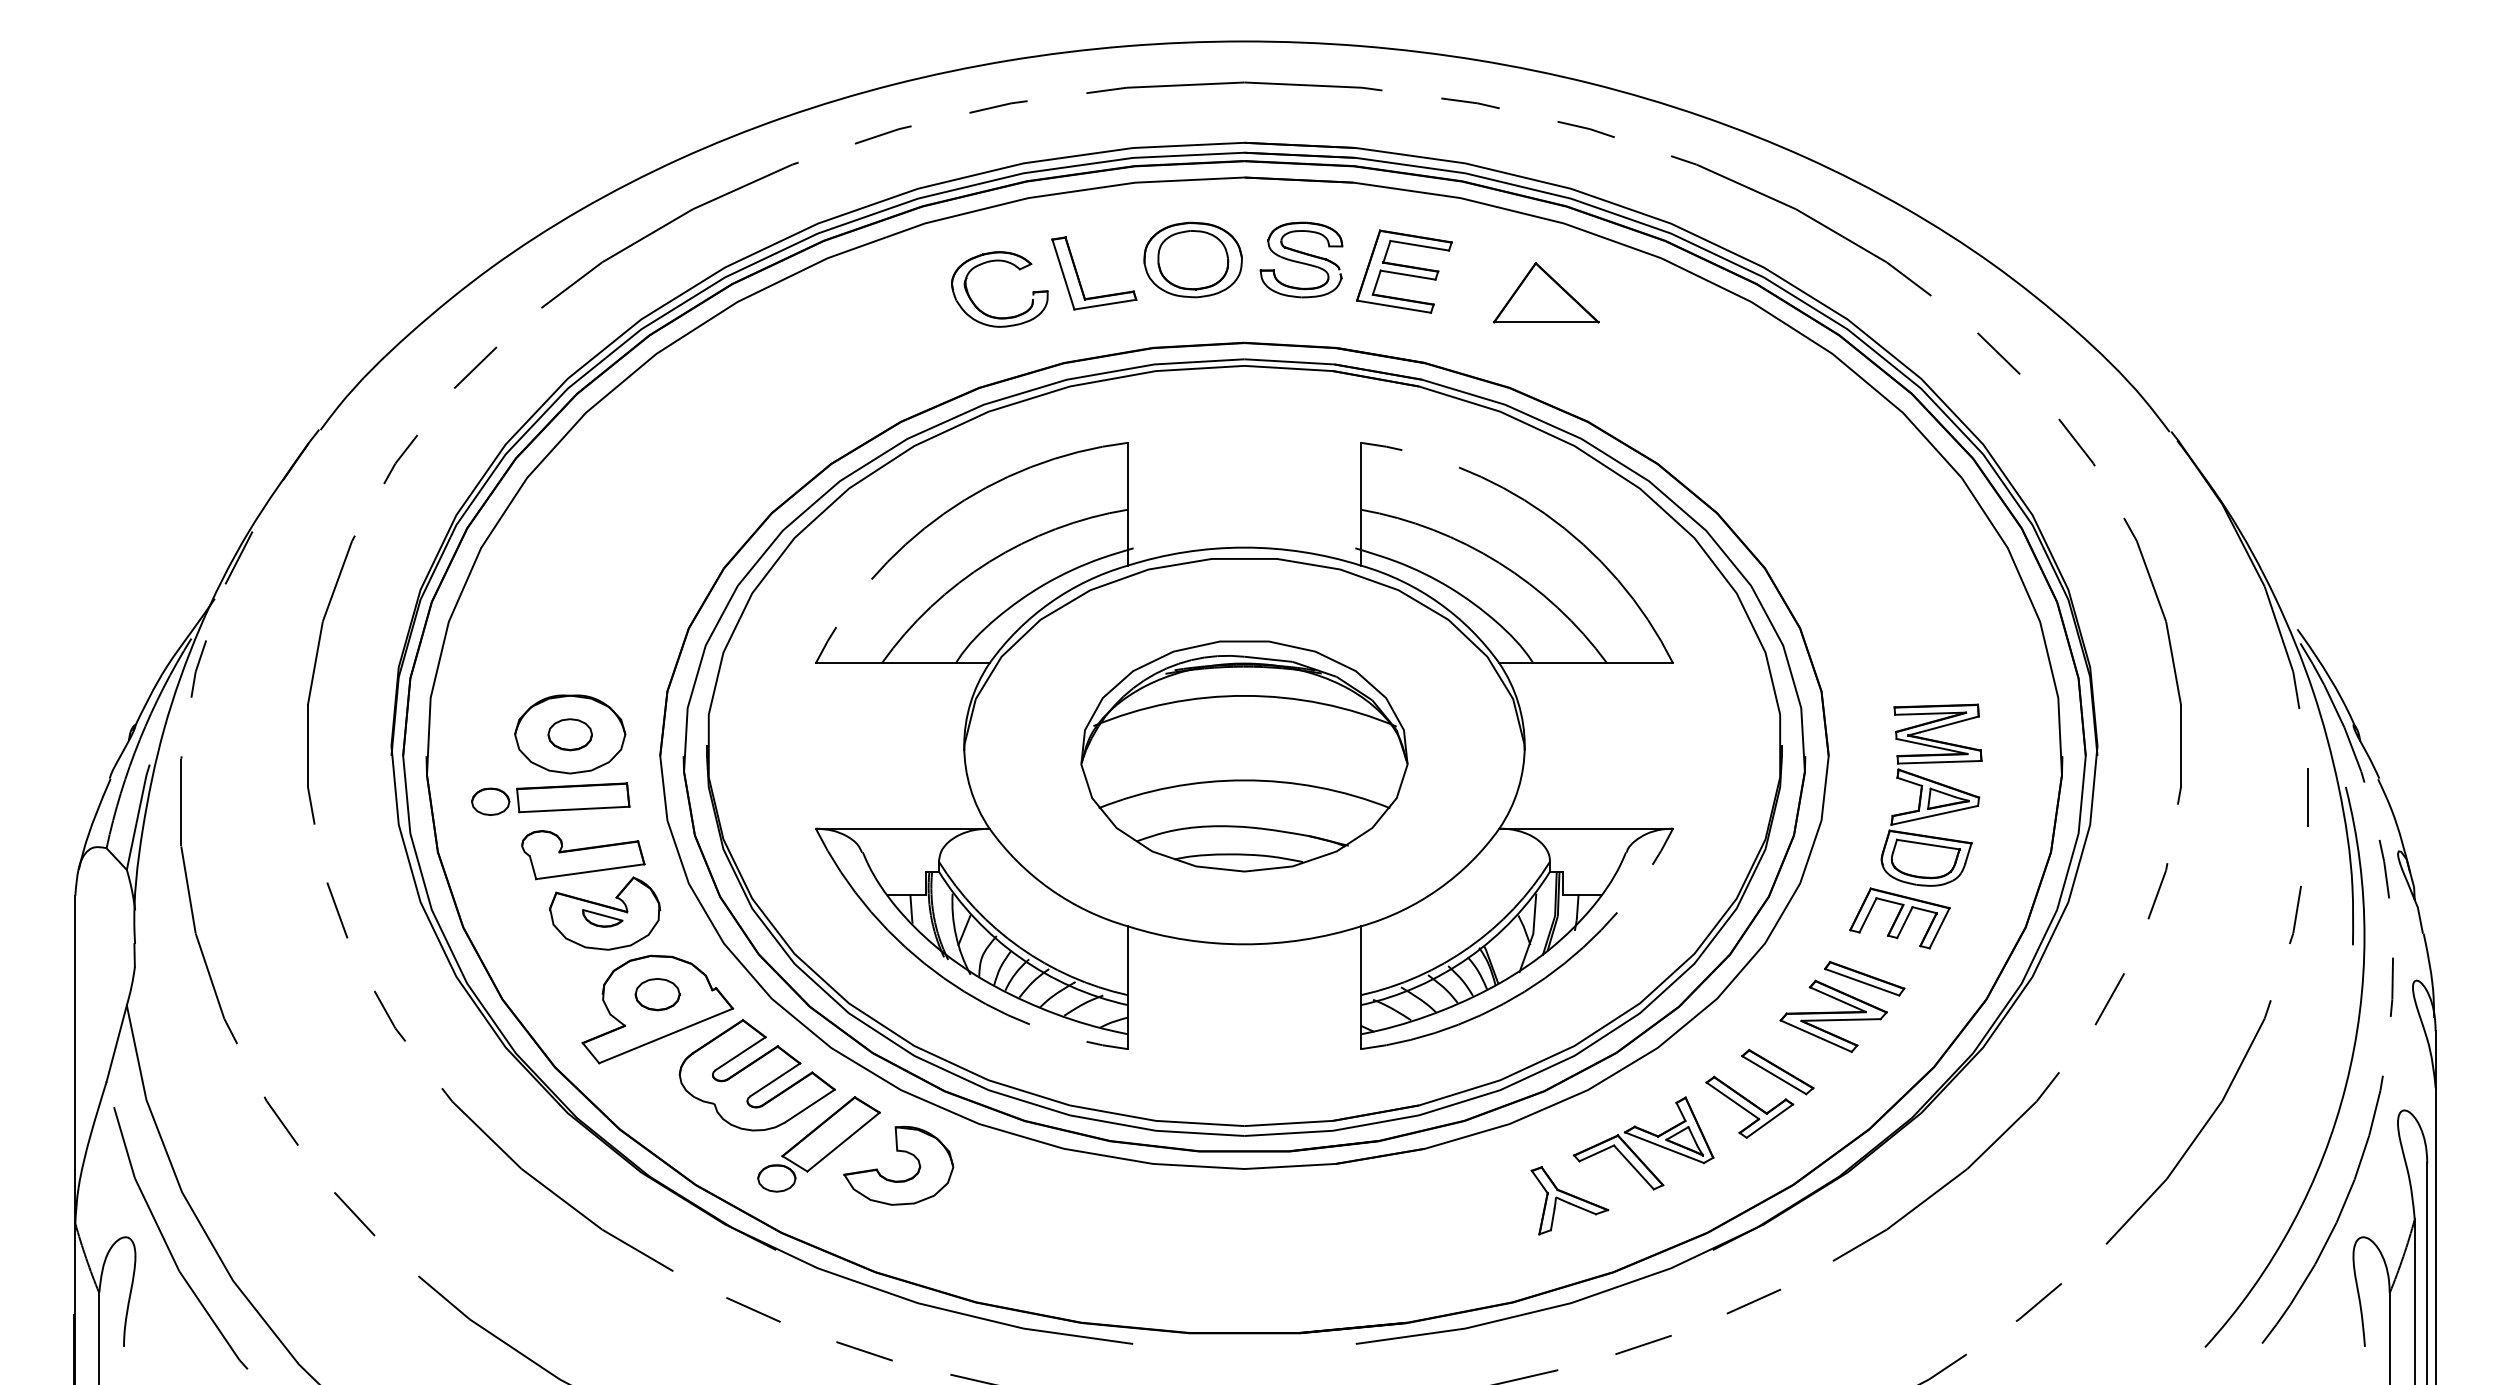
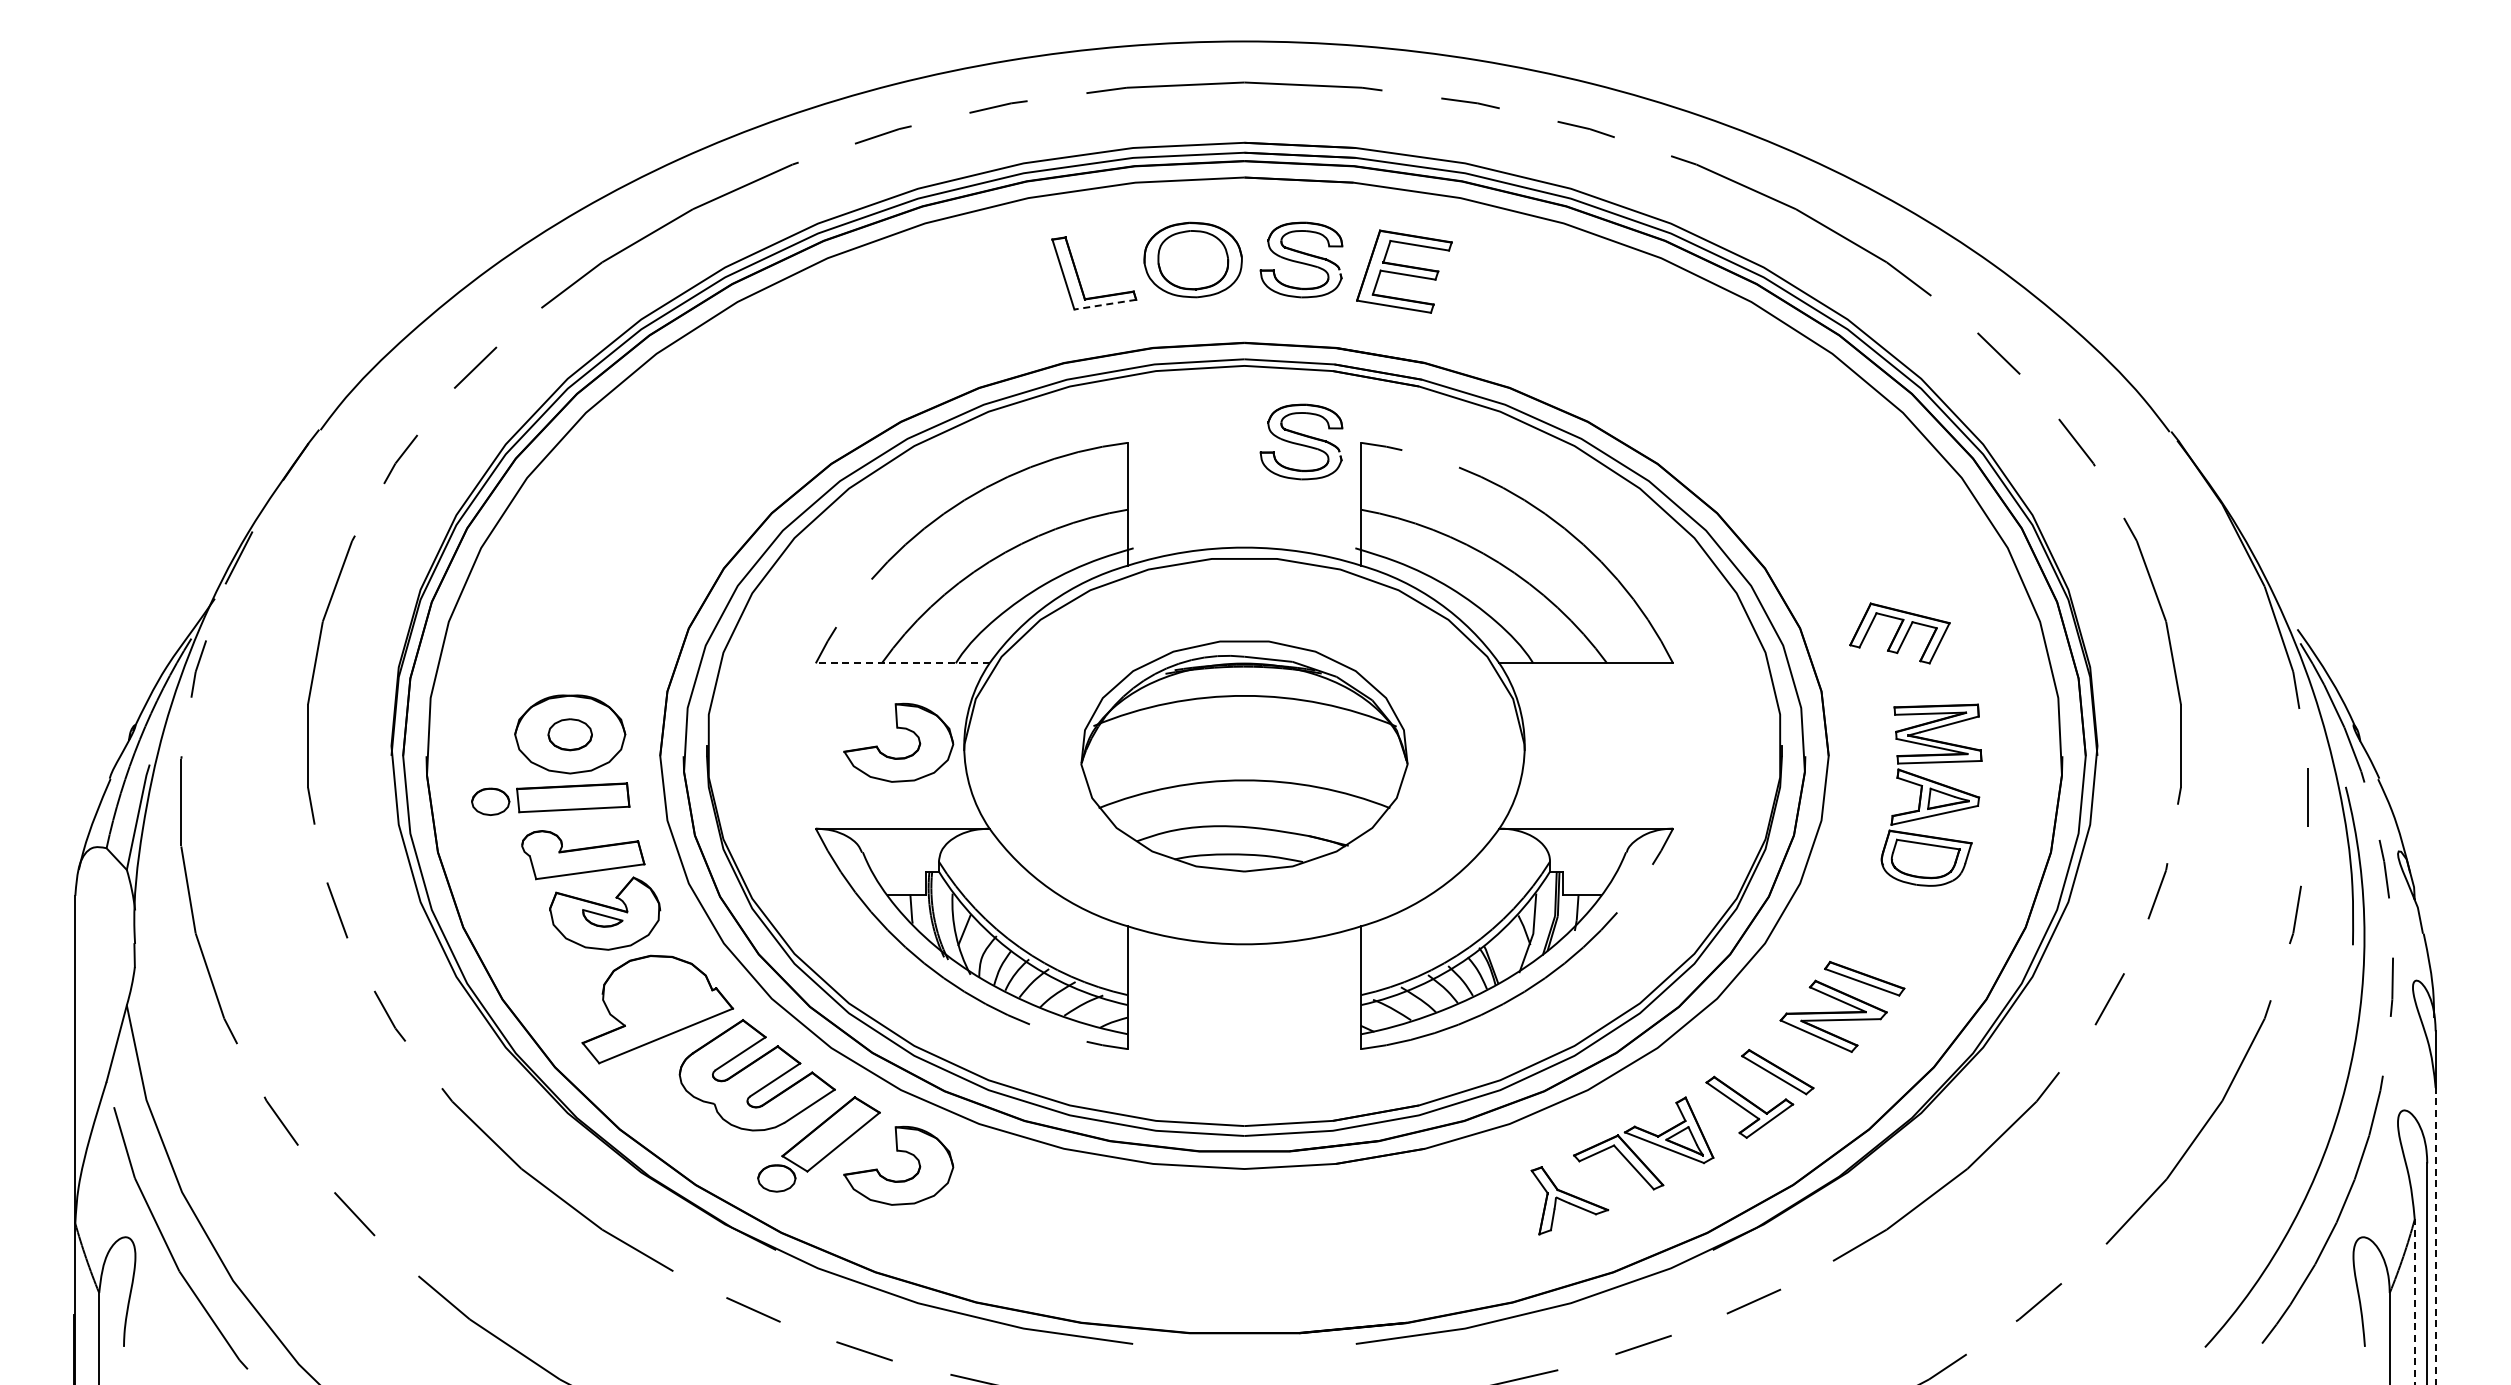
part at (1546, 292): present -> none
line at (1104, 304): solid -> dashed
part at (996, 316): present -> none
part at (1301, 441): none -> present
line at (902, 663): solid -> dashed
part at (902, 729): none -> present
part at (1899, 918) position: (1899, 918) -> (1899, 633)
part at (657, 994): present -> none
line at (2435, 1235): solid -> dashed
line at (2414, 1301): solid -> dashed
